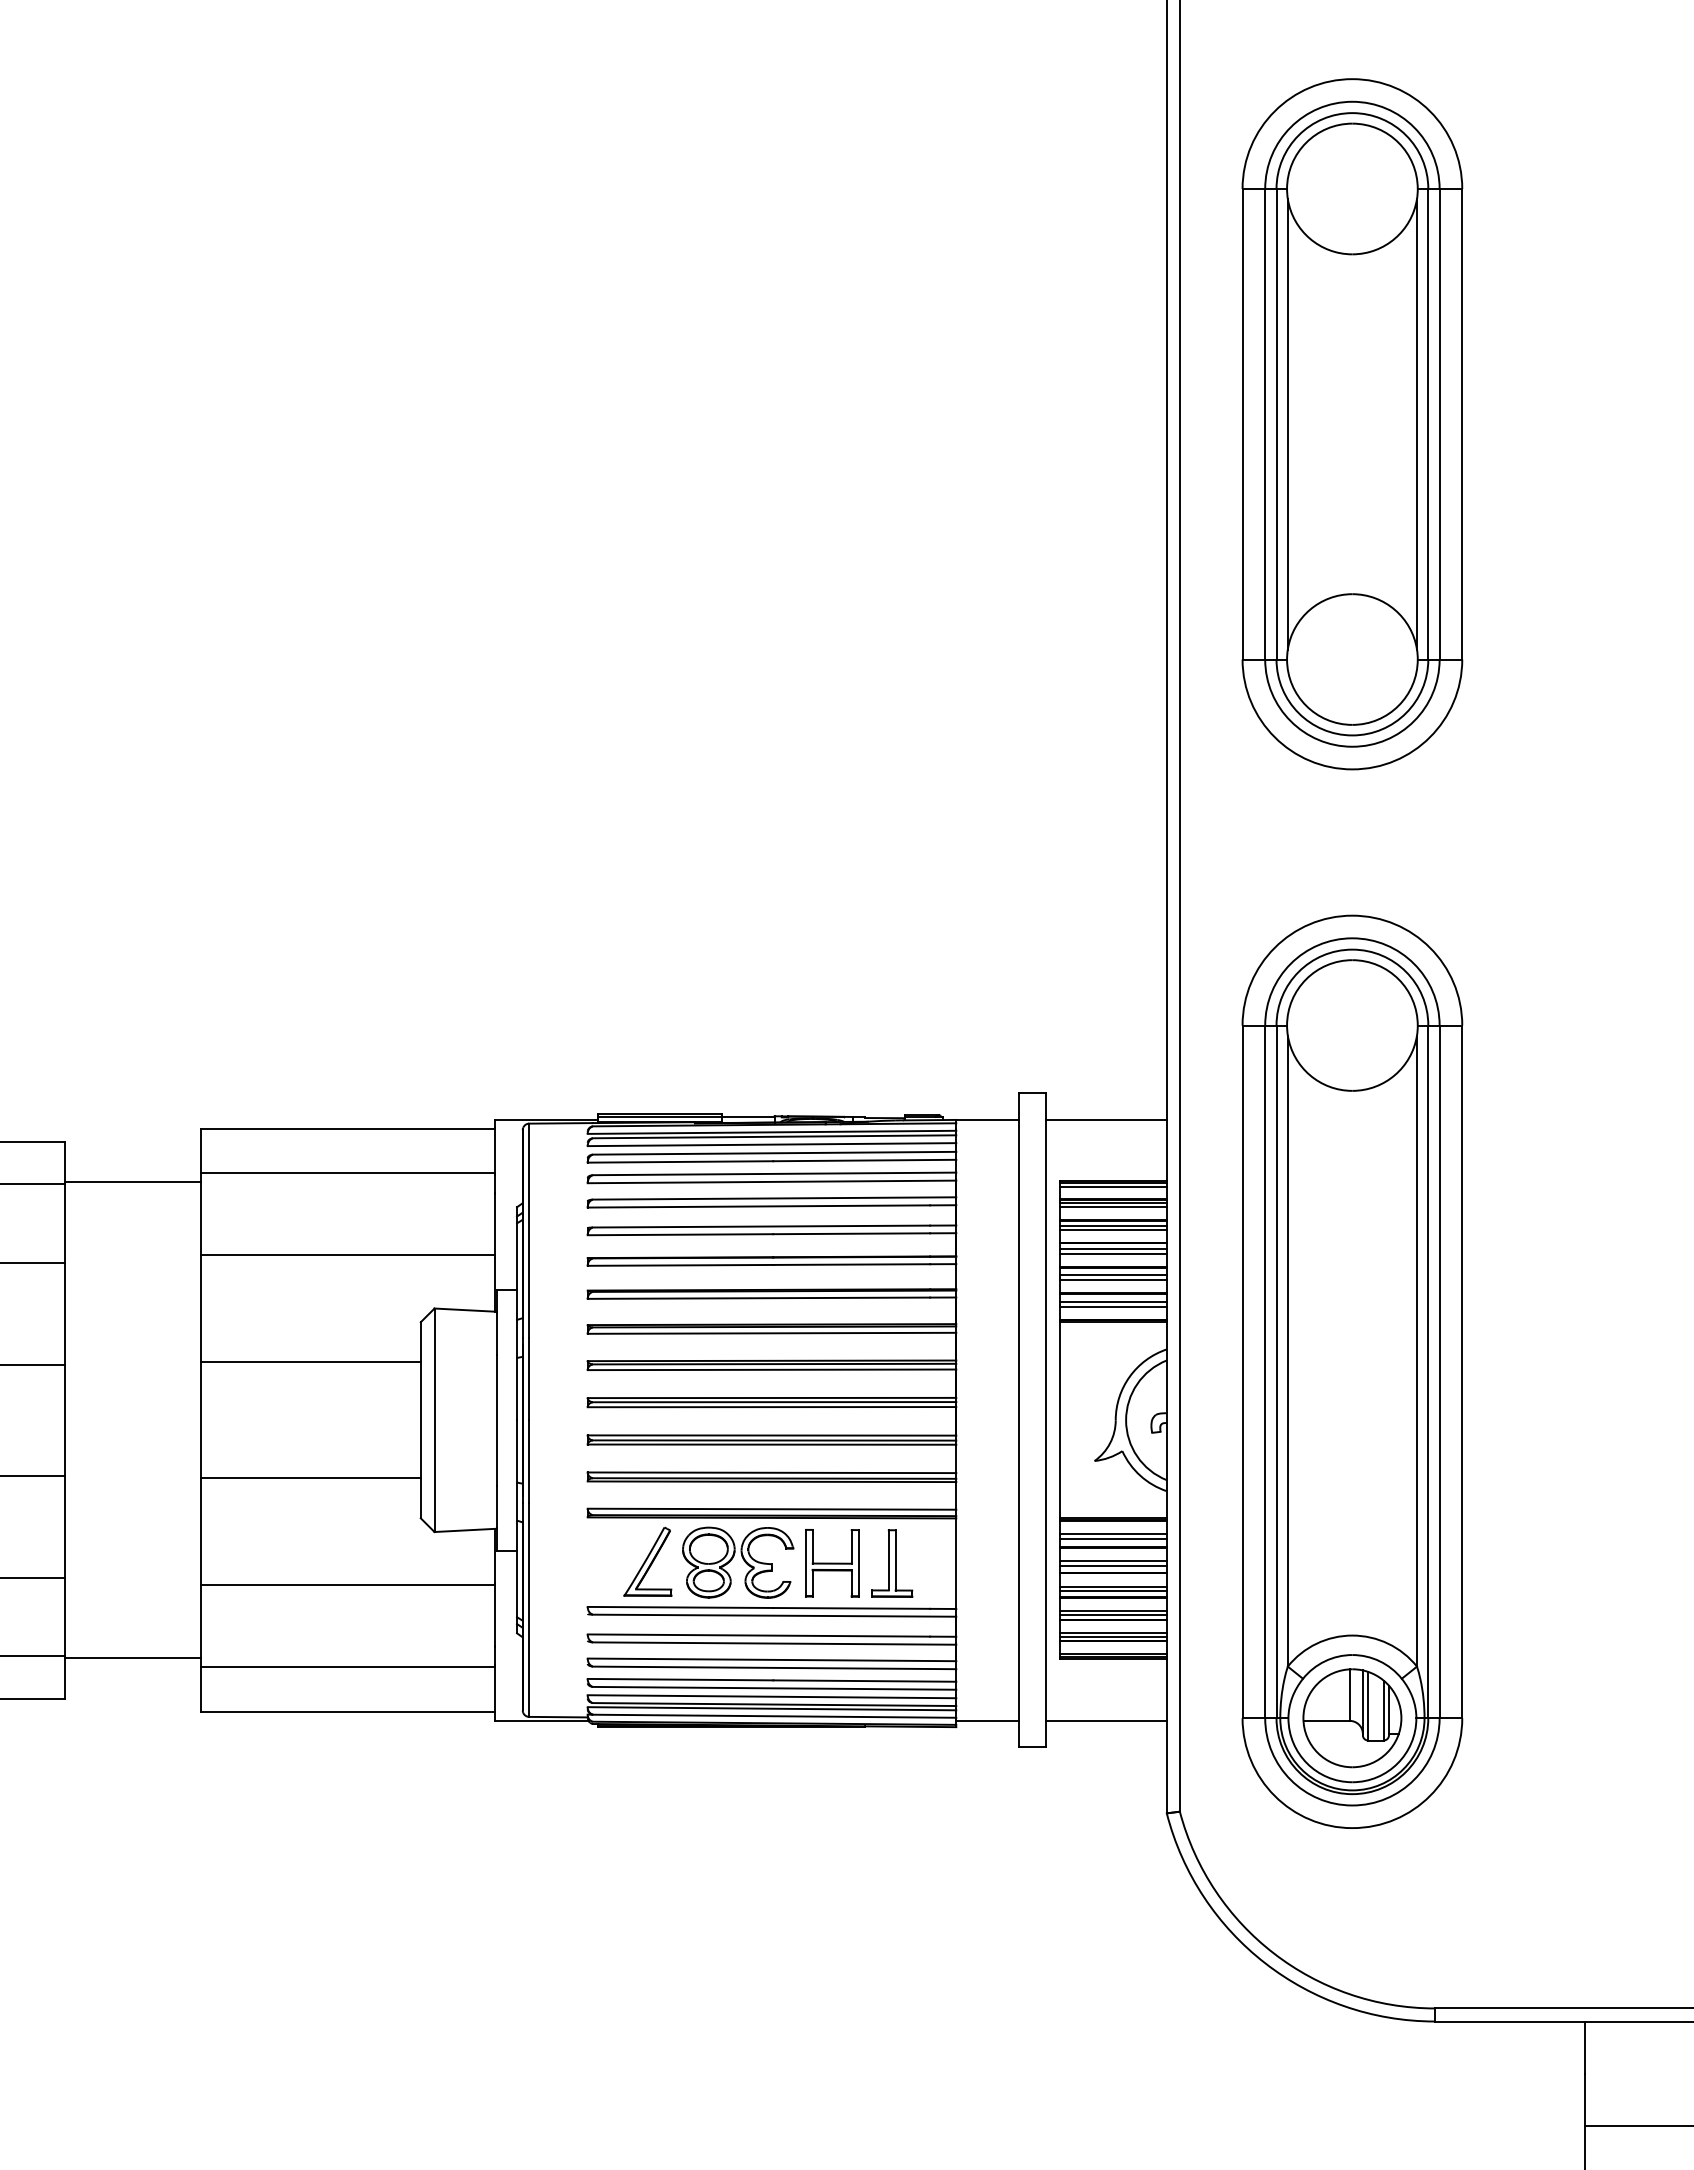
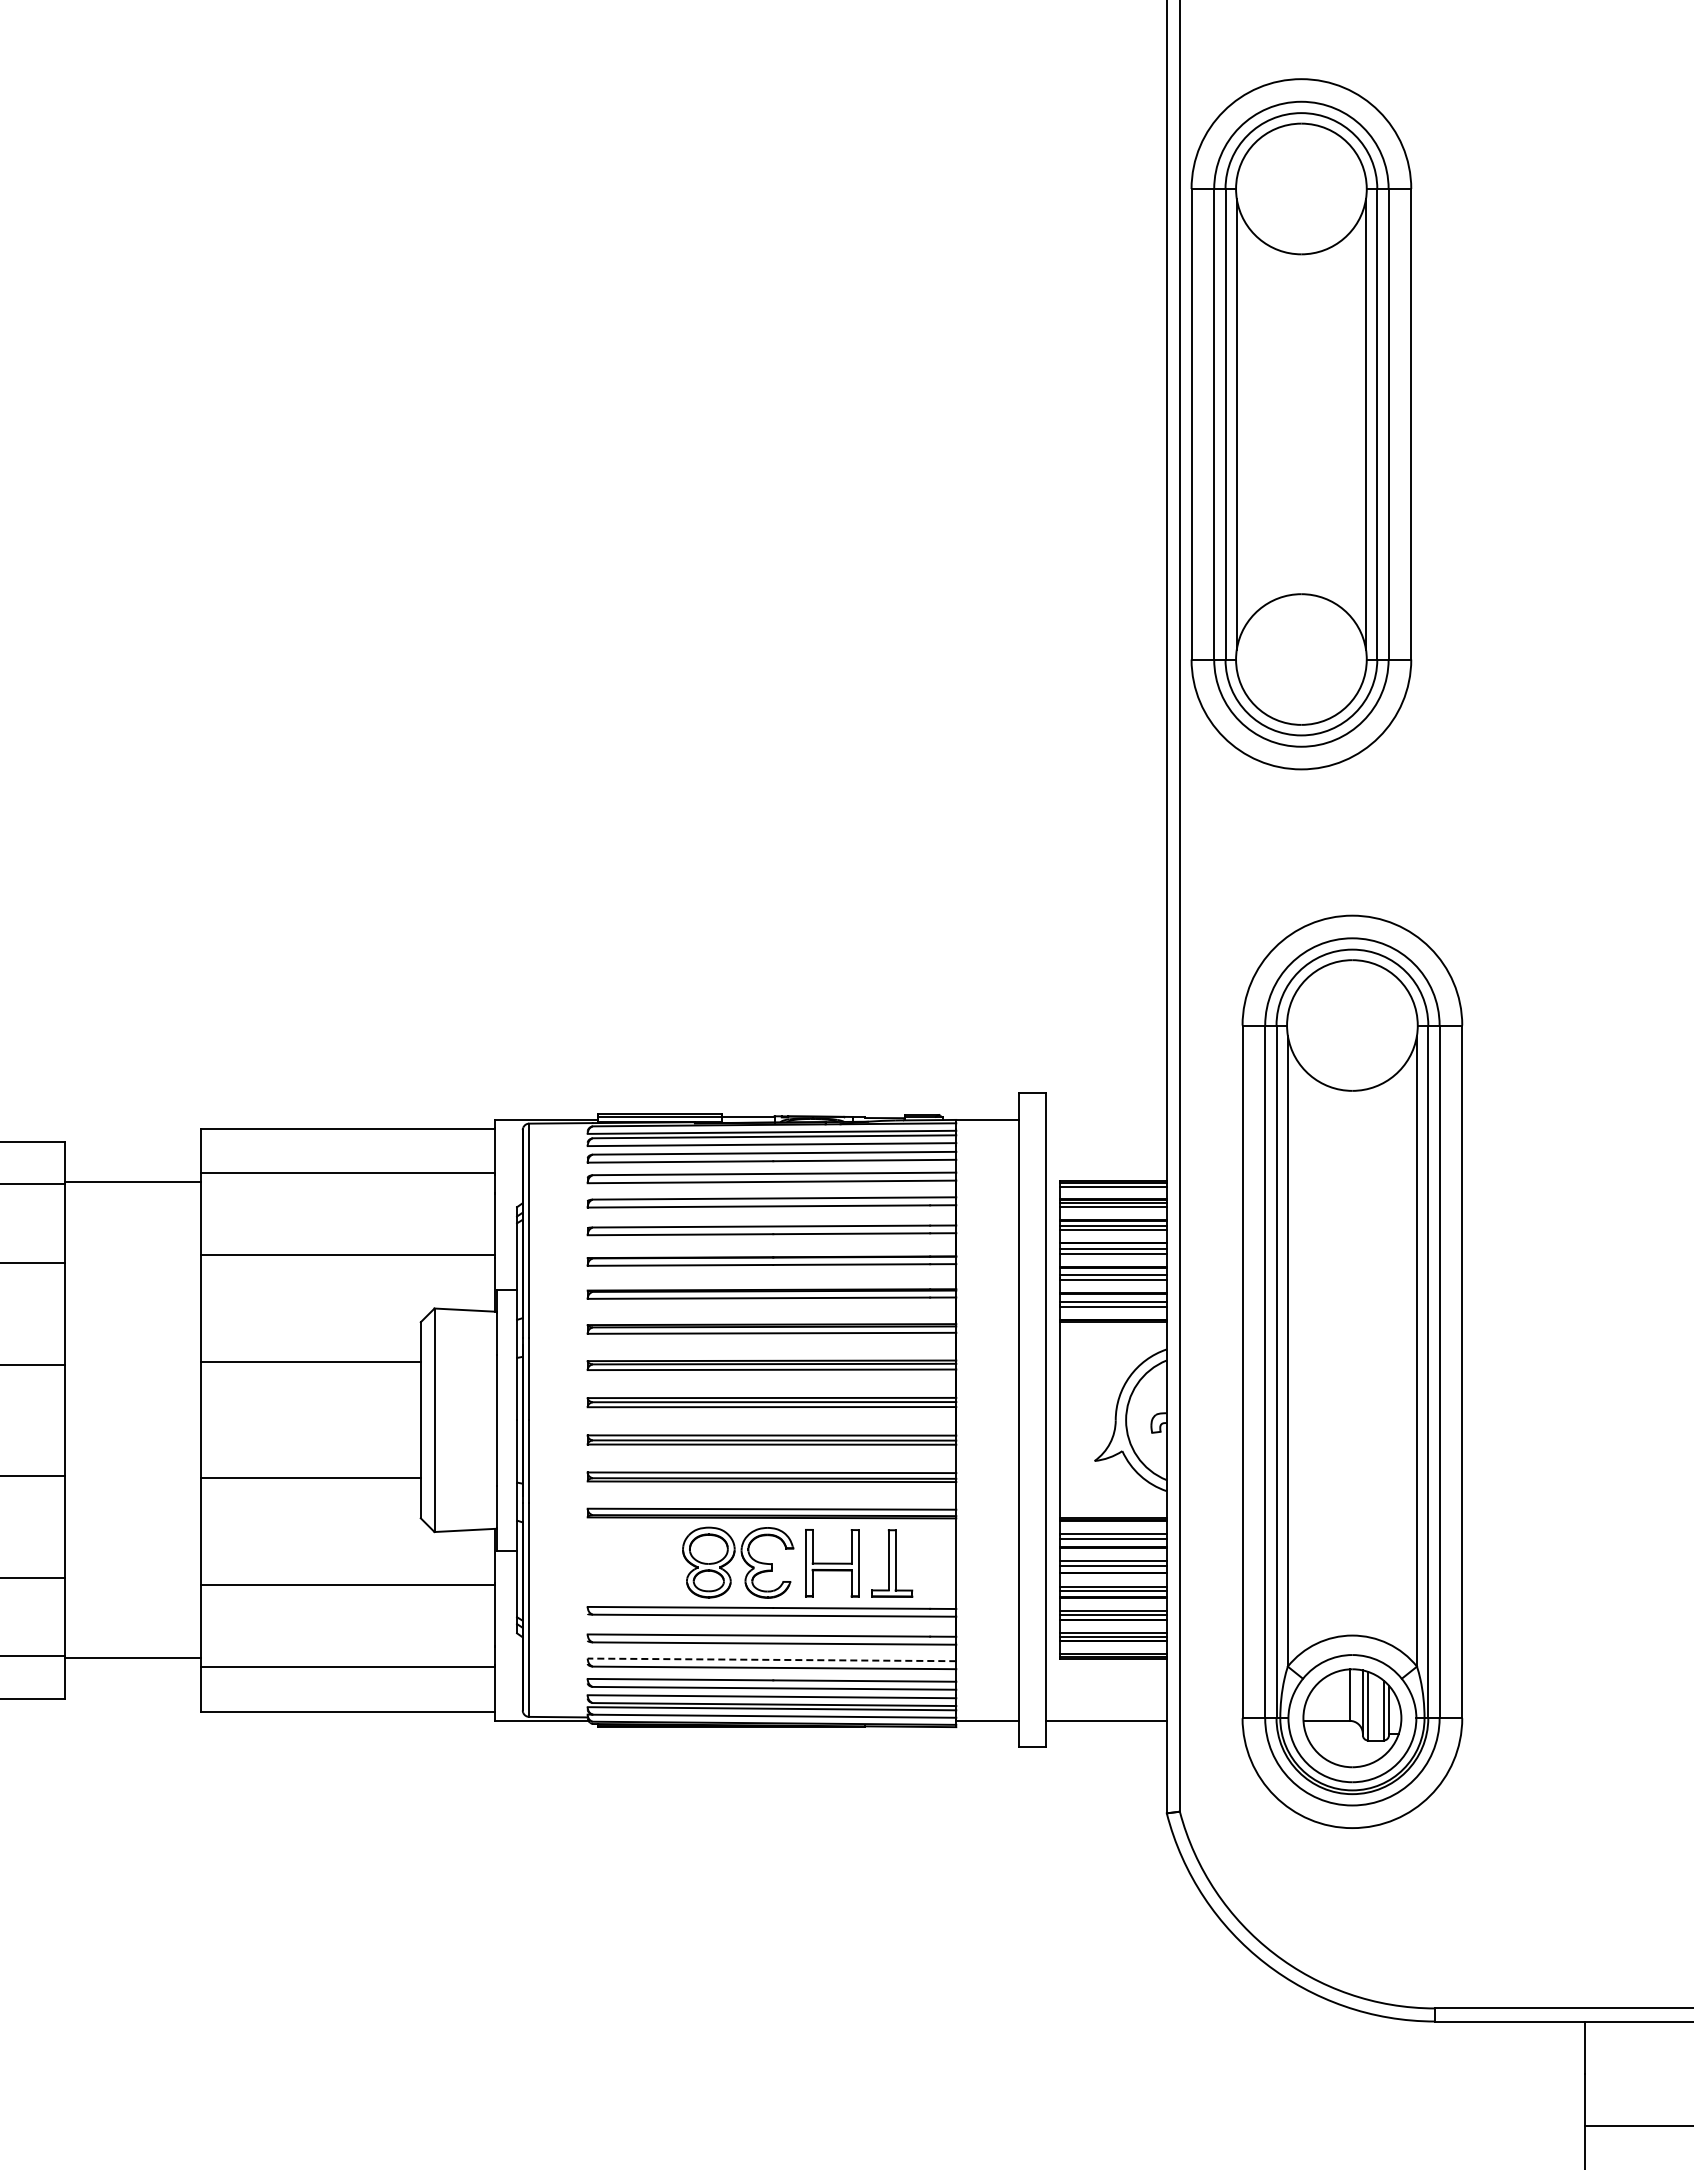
part at (1352, 424) position: (1352, 424) -> (1301, 424)
line at (1105, 1119): present -> none
part at (647, 1561): present -> none
line at (771, 1659): solid -> dashed
